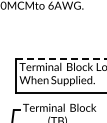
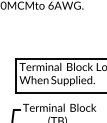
line at (61, 58): dashed -> solid
